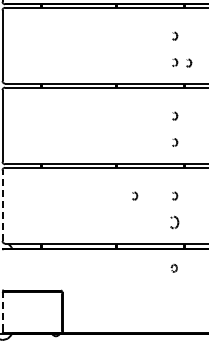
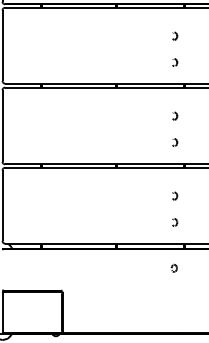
part at (189, 62): present -> none
part at (135, 195): present -> none
line at (2, 205): dashed -> solid
part at (174, 222) size: 10x15 px -> 7x9 px
line at (2, 312): dashed -> solid
